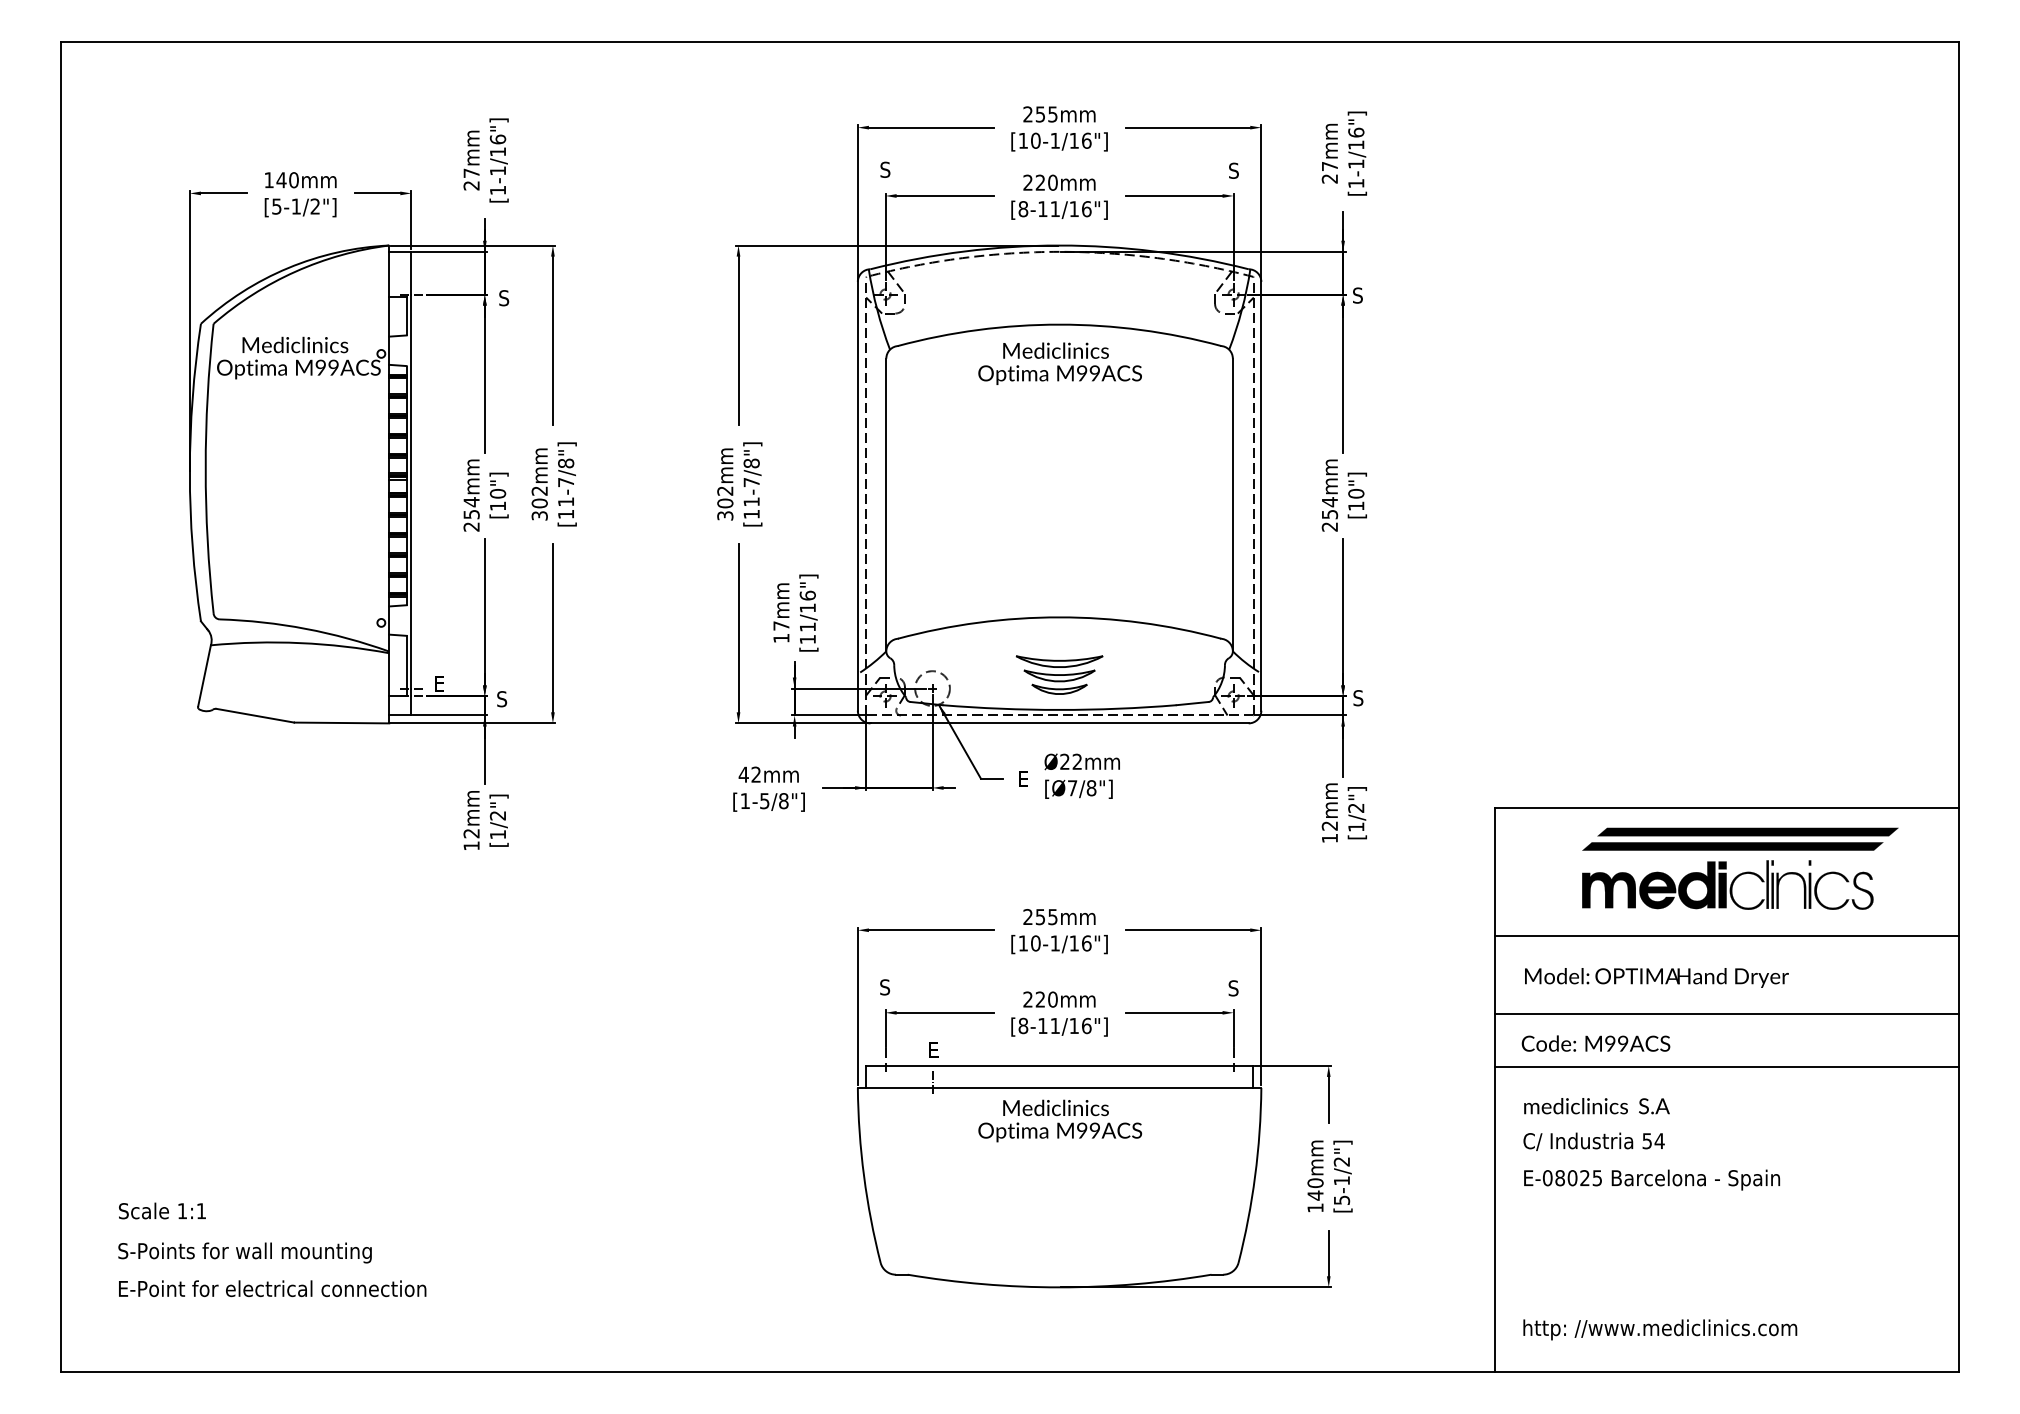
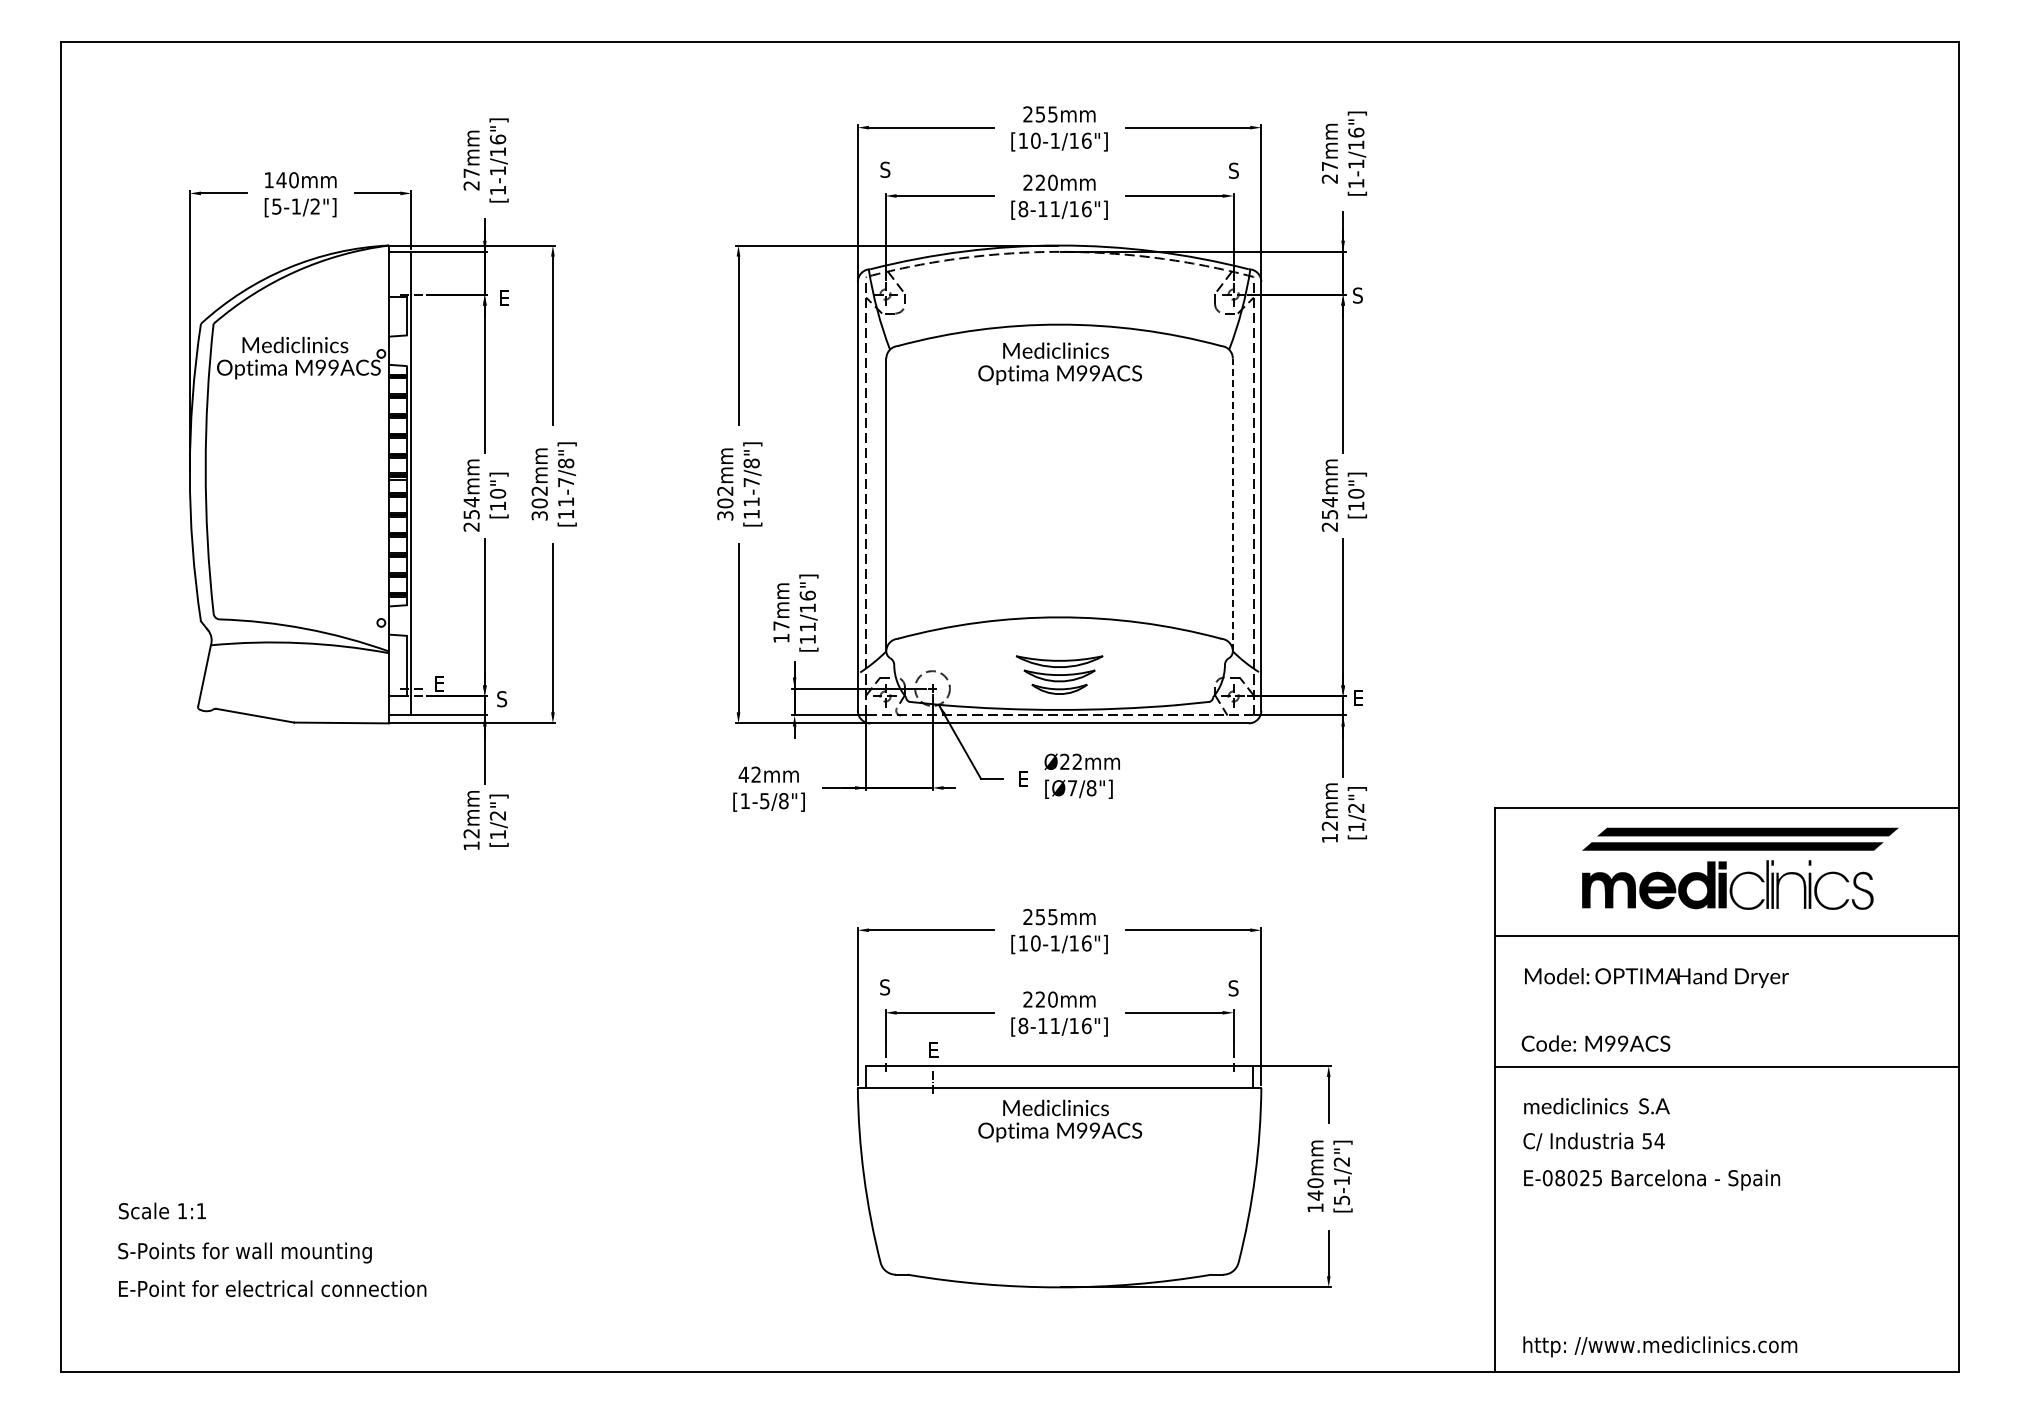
text at (504, 298): S -> E
line at (1232, 504): solid -> dashed
text at (1358, 698): S -> E
line at (1727, 1013): present -> none
text at (1660, 1329) position: (1660, 1329) -> (1660, 1346)
